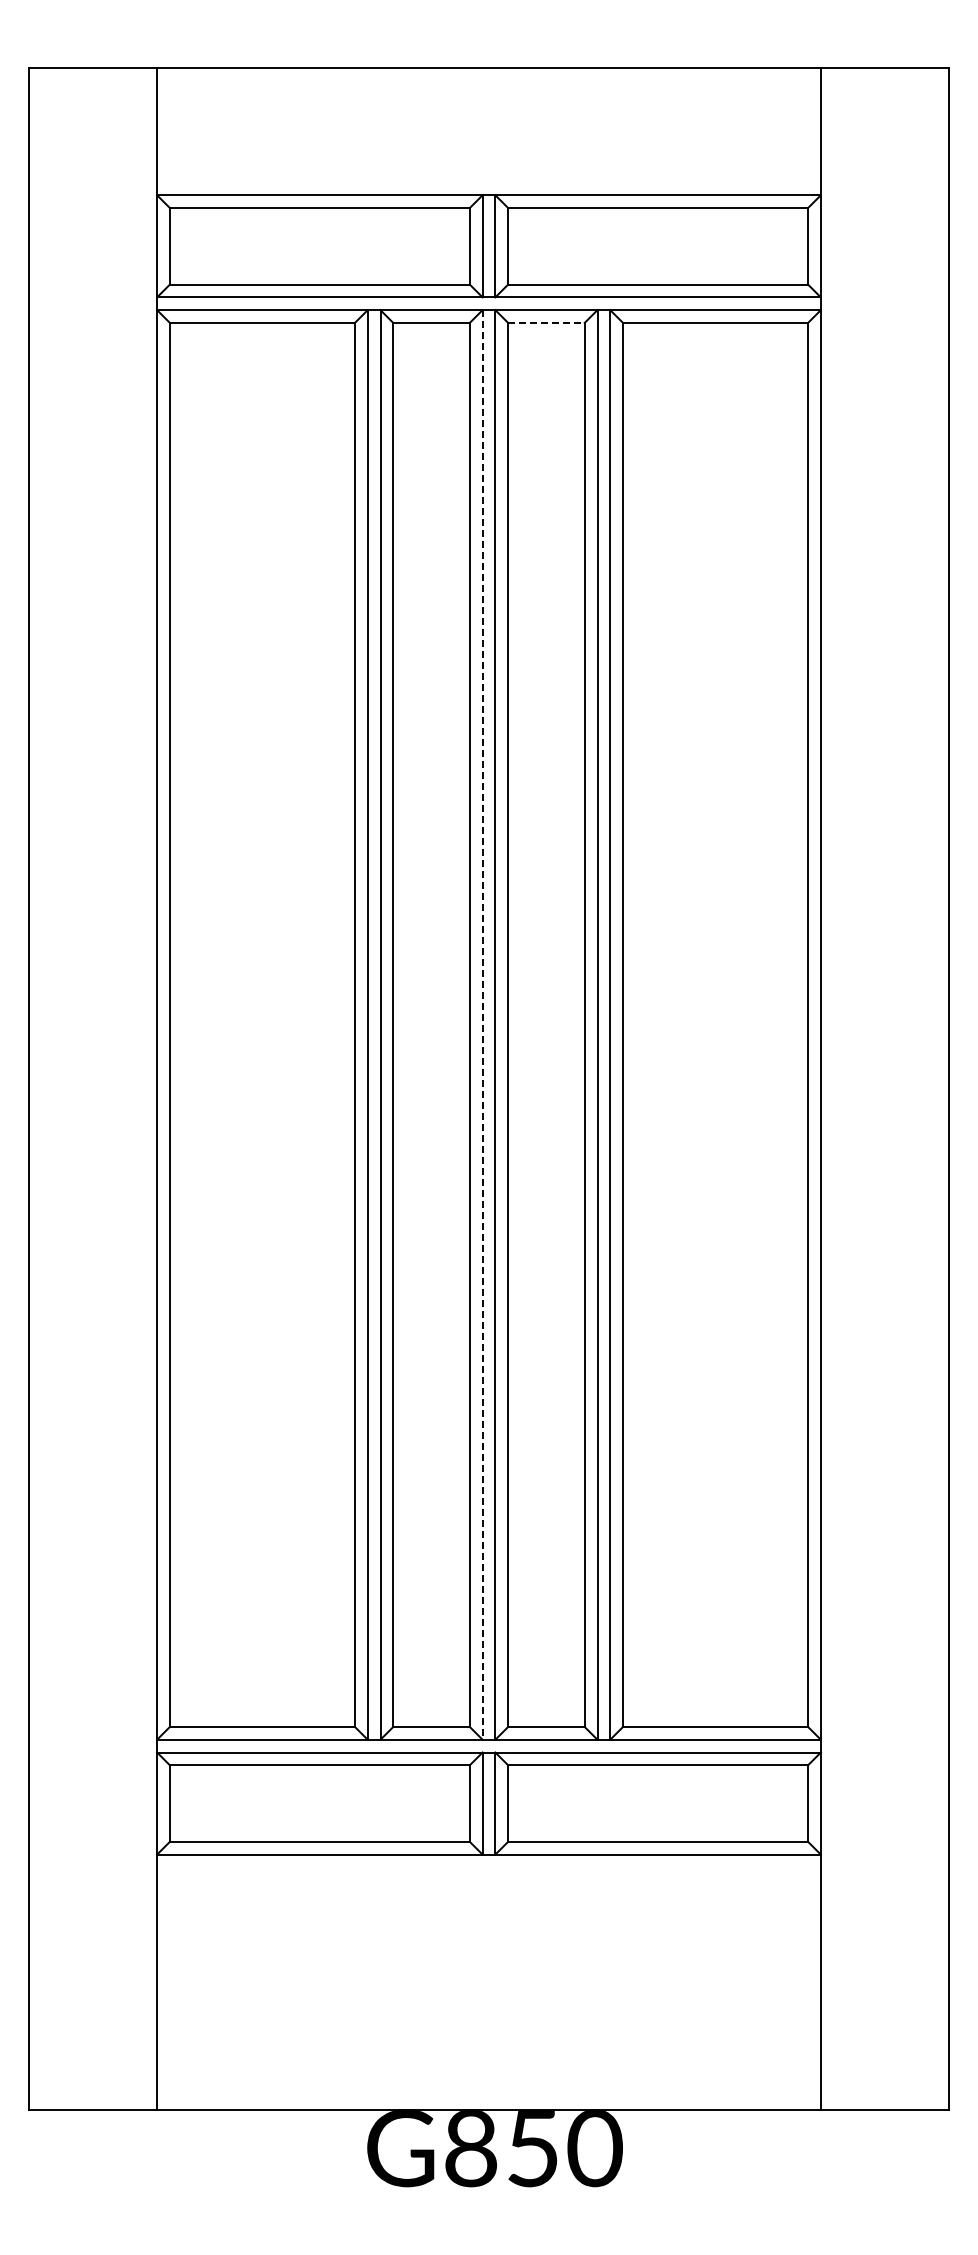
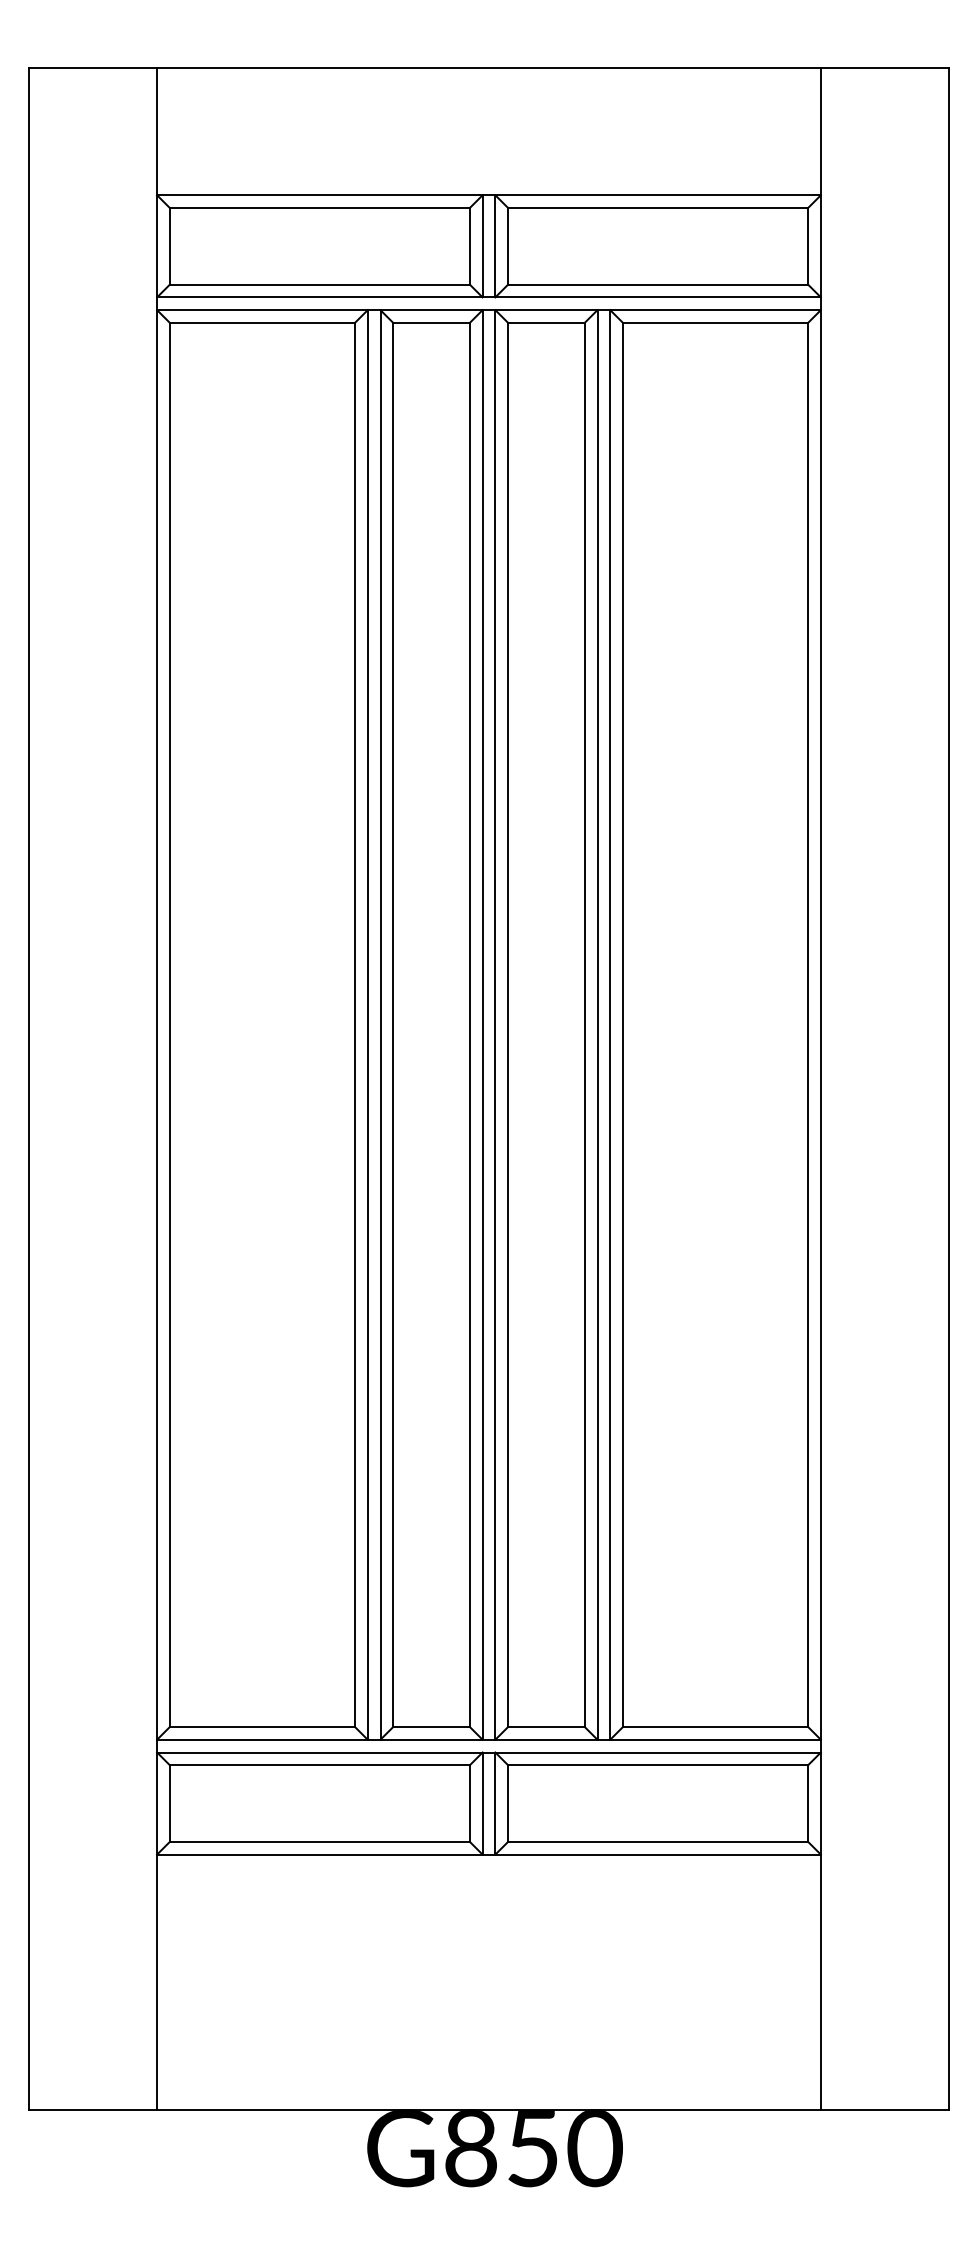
line at (546, 322): dashed -> solid
line at (482, 1024): dashed -> solid
